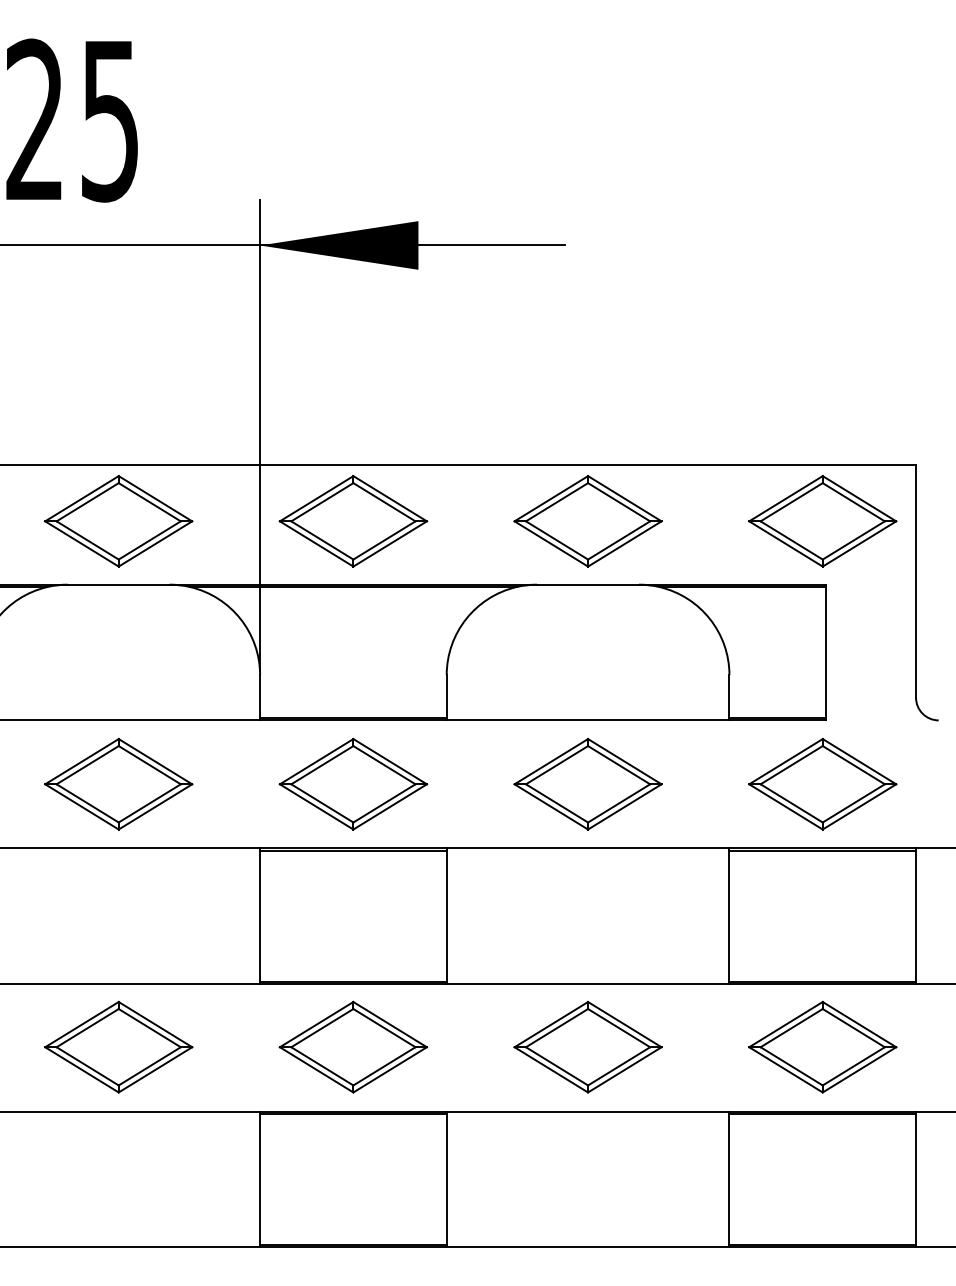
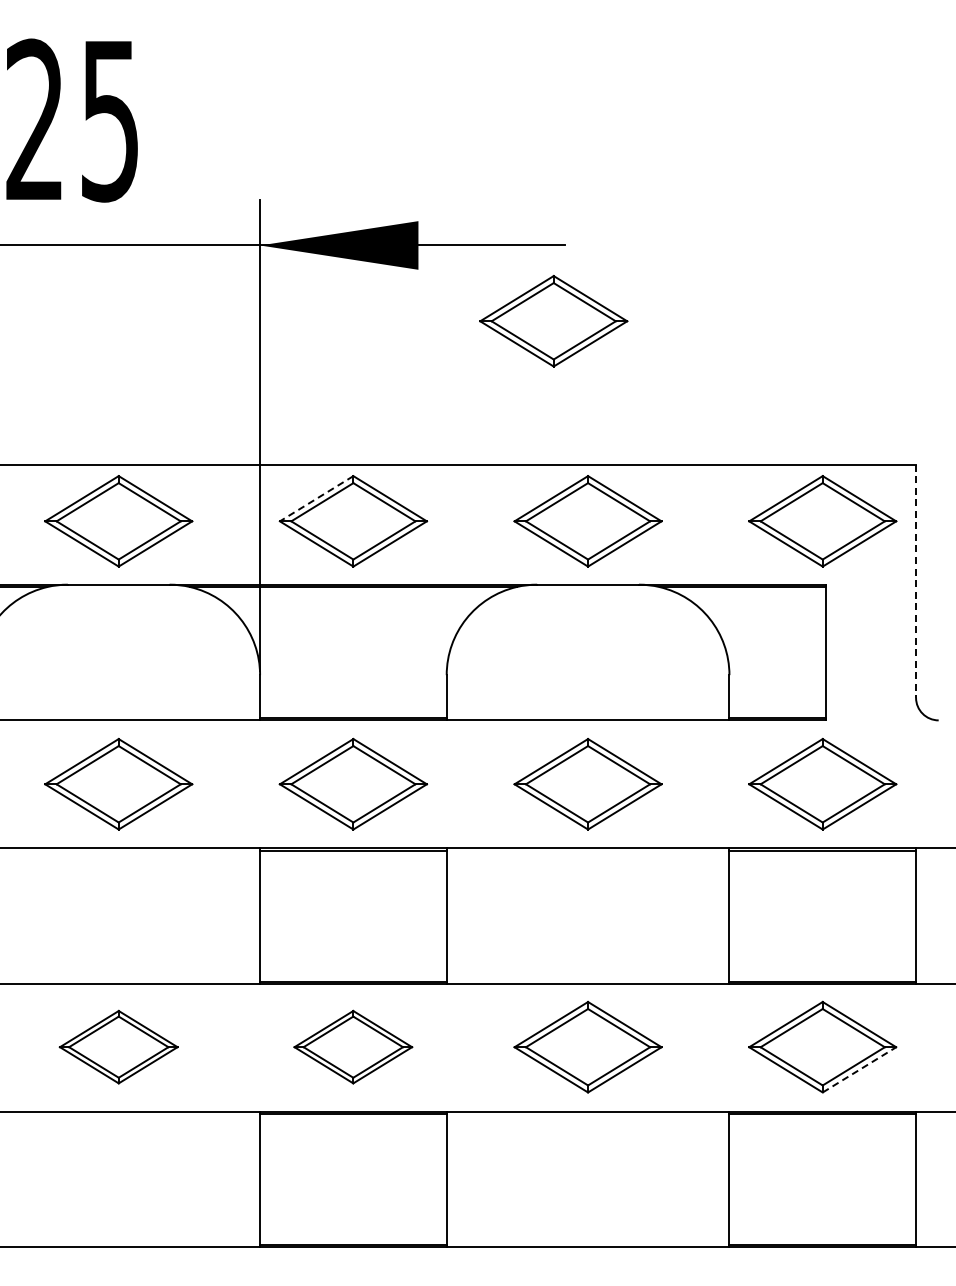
part at (553, 321): none -> present
line at (316, 499): solid -> dashed
line at (916, 581): solid -> dashed
part at (118, 1046) size: 150x94 px -> 121x76 px
part at (352, 1046) size: 150x94 px -> 121x76 px
line at (859, 1069): solid -> dashed
